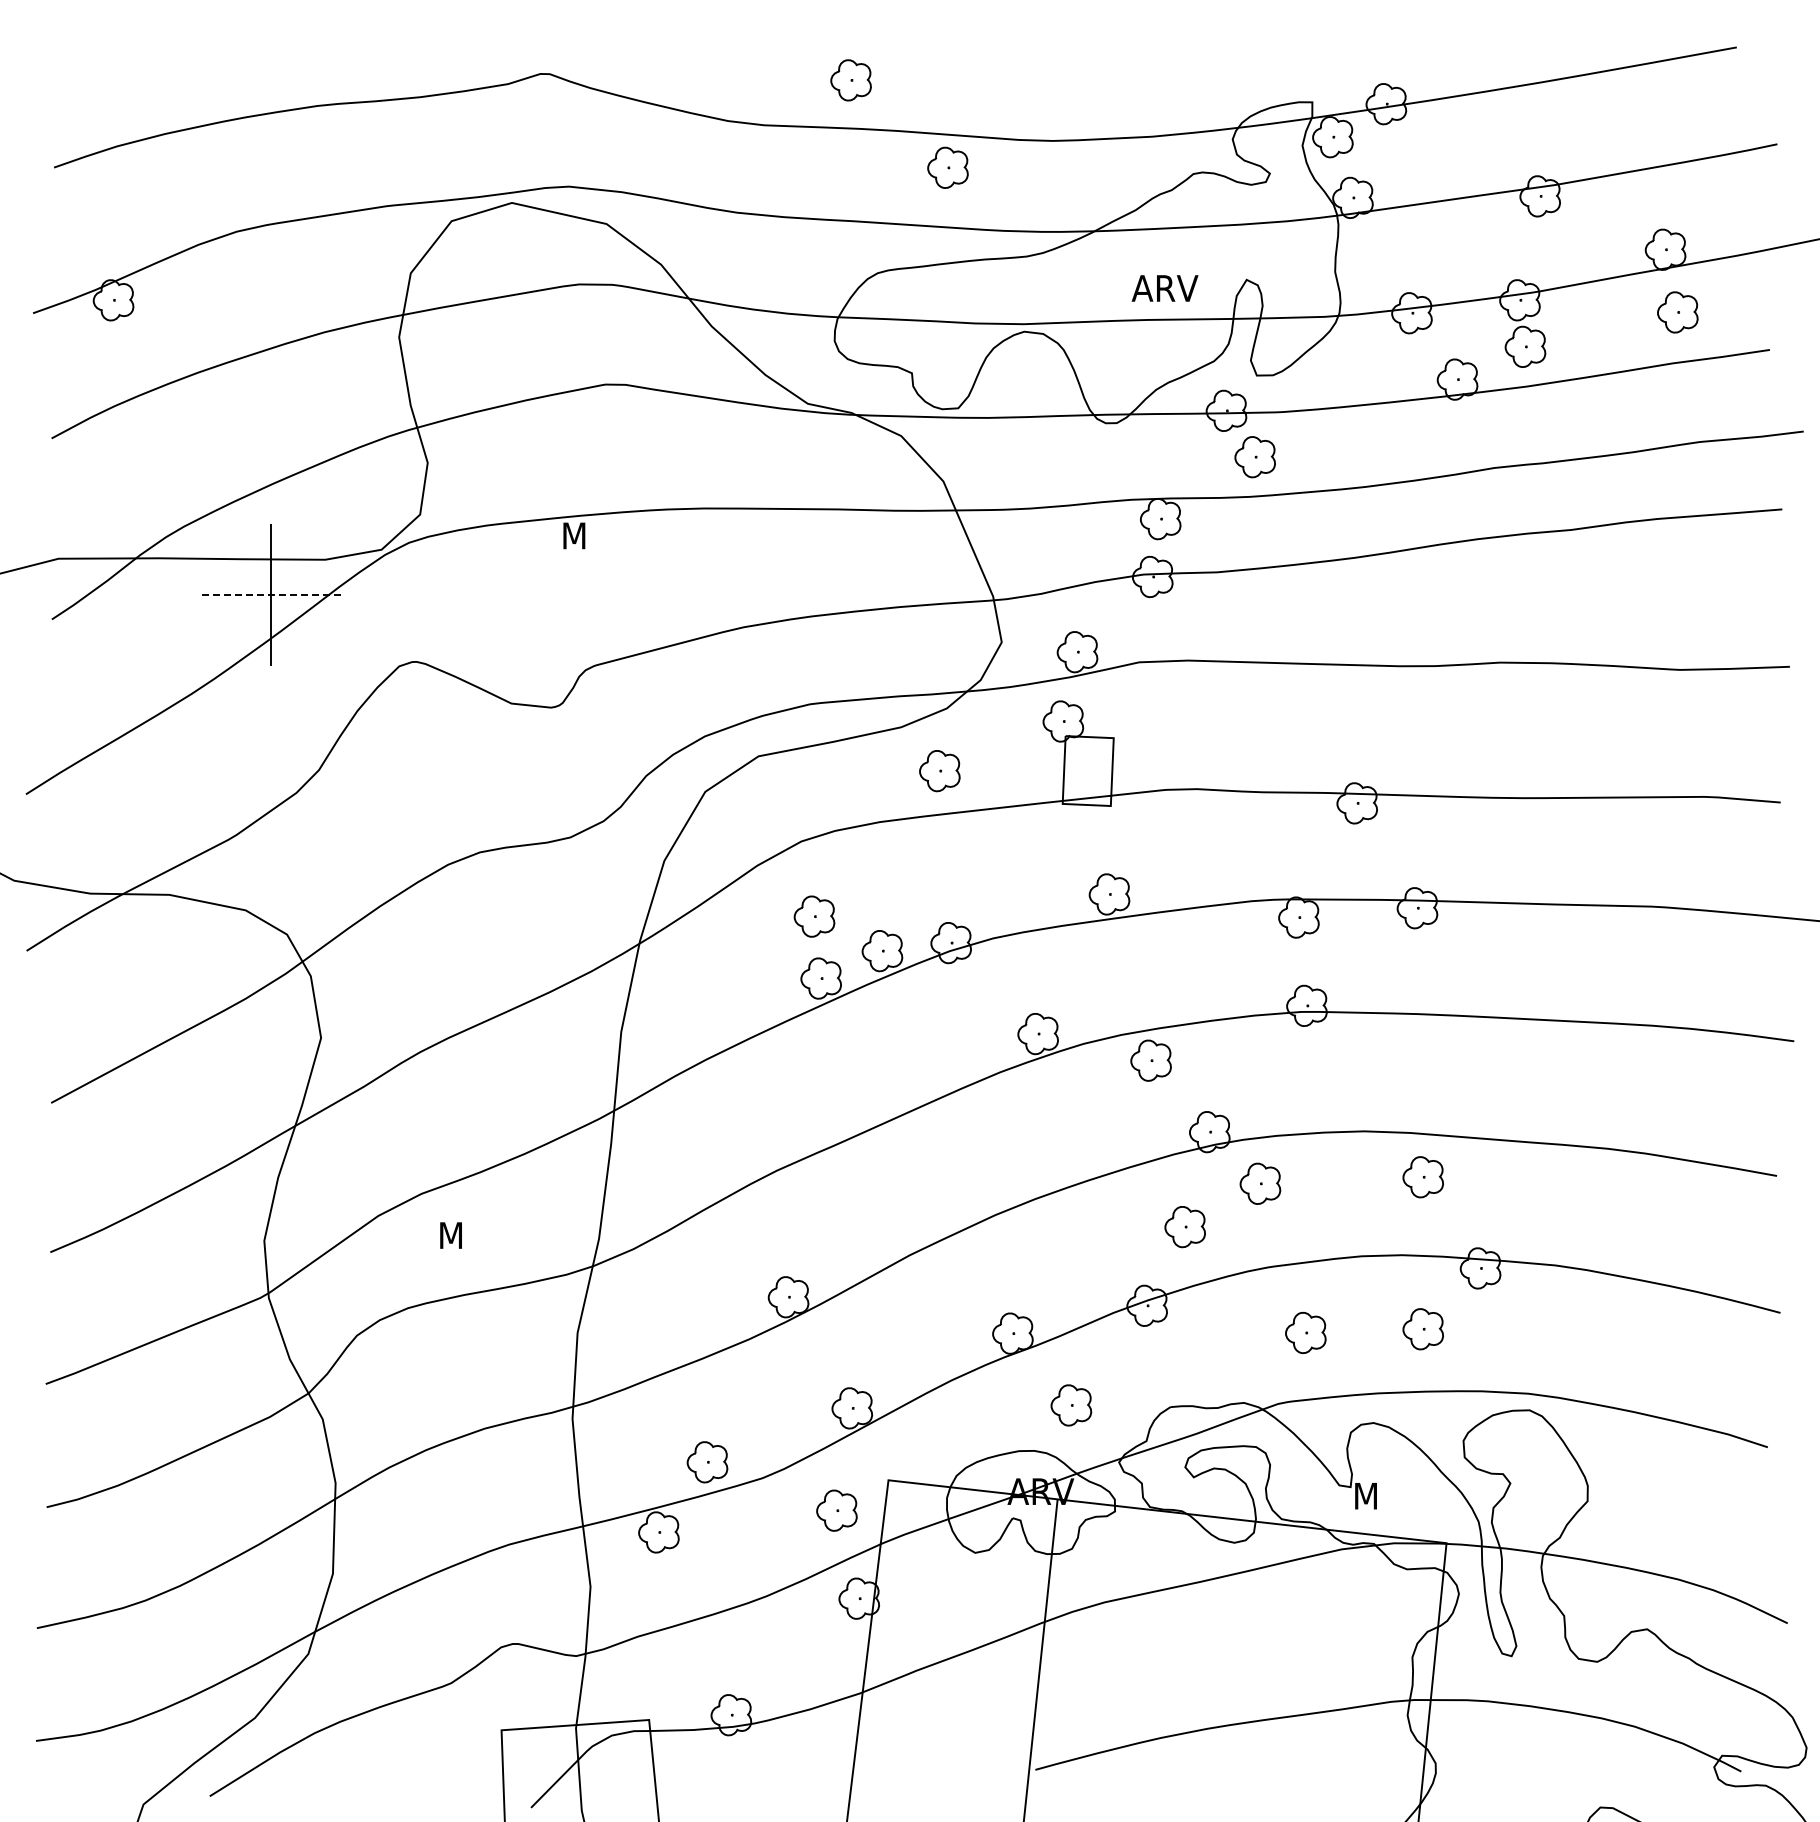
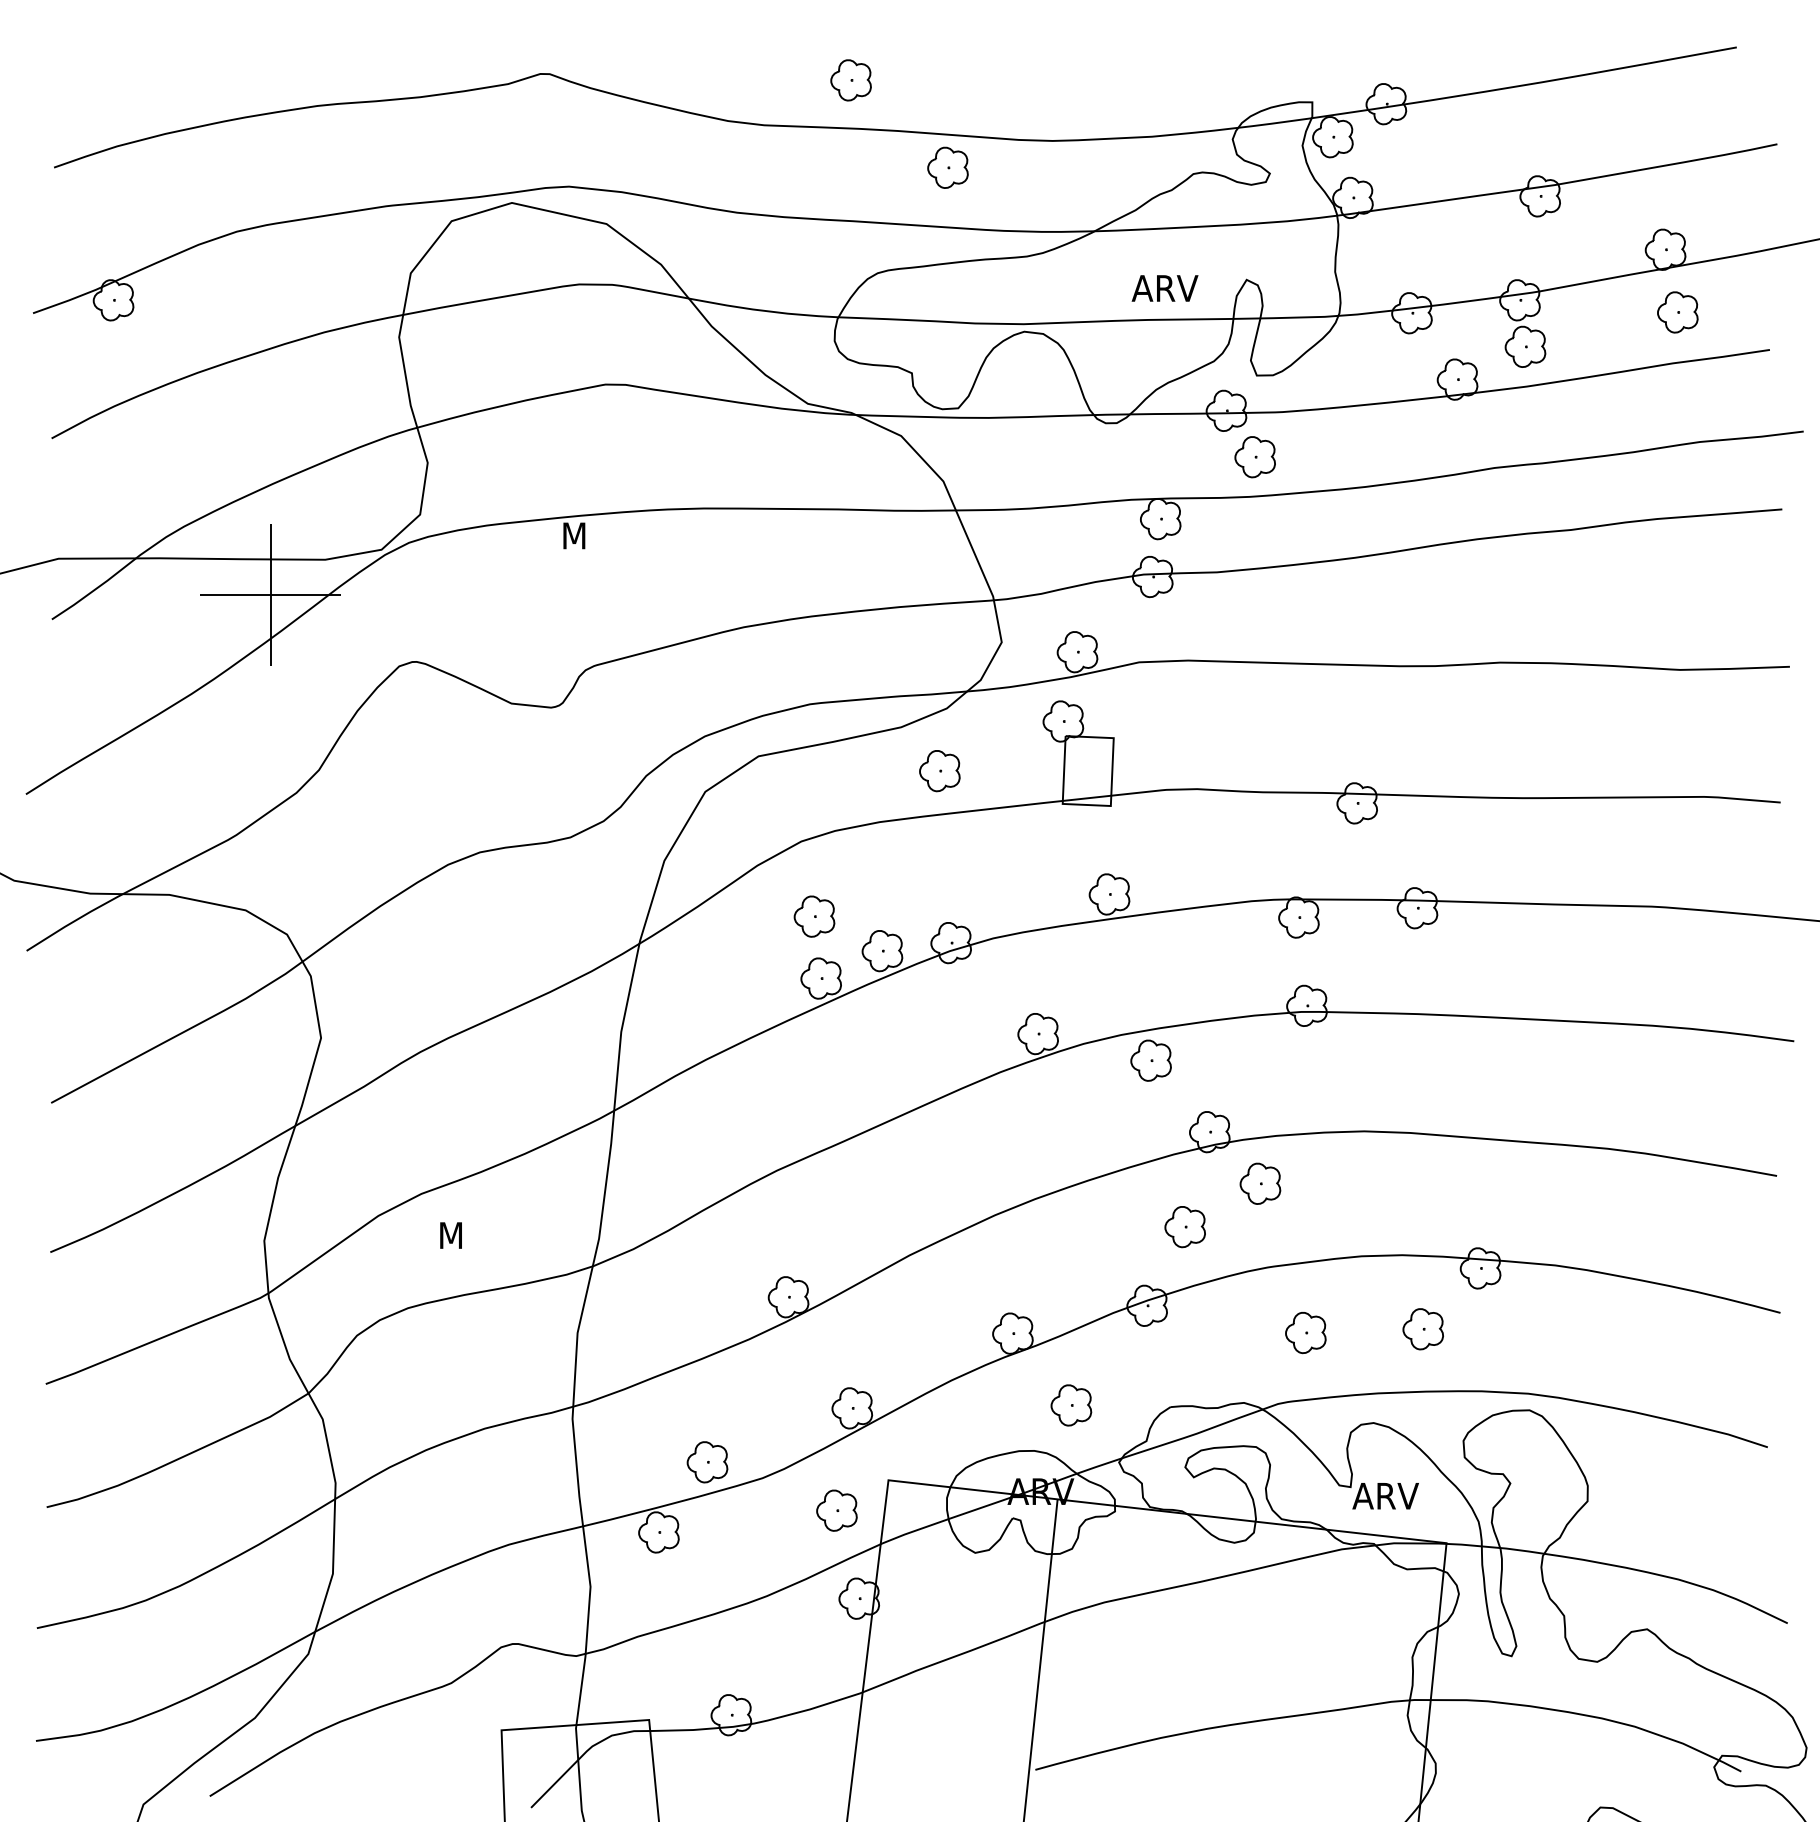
line at (270, 594): dashed -> solid
part at (1422, 1177): present -> none
text at (1385, 1496): M -> ARV
